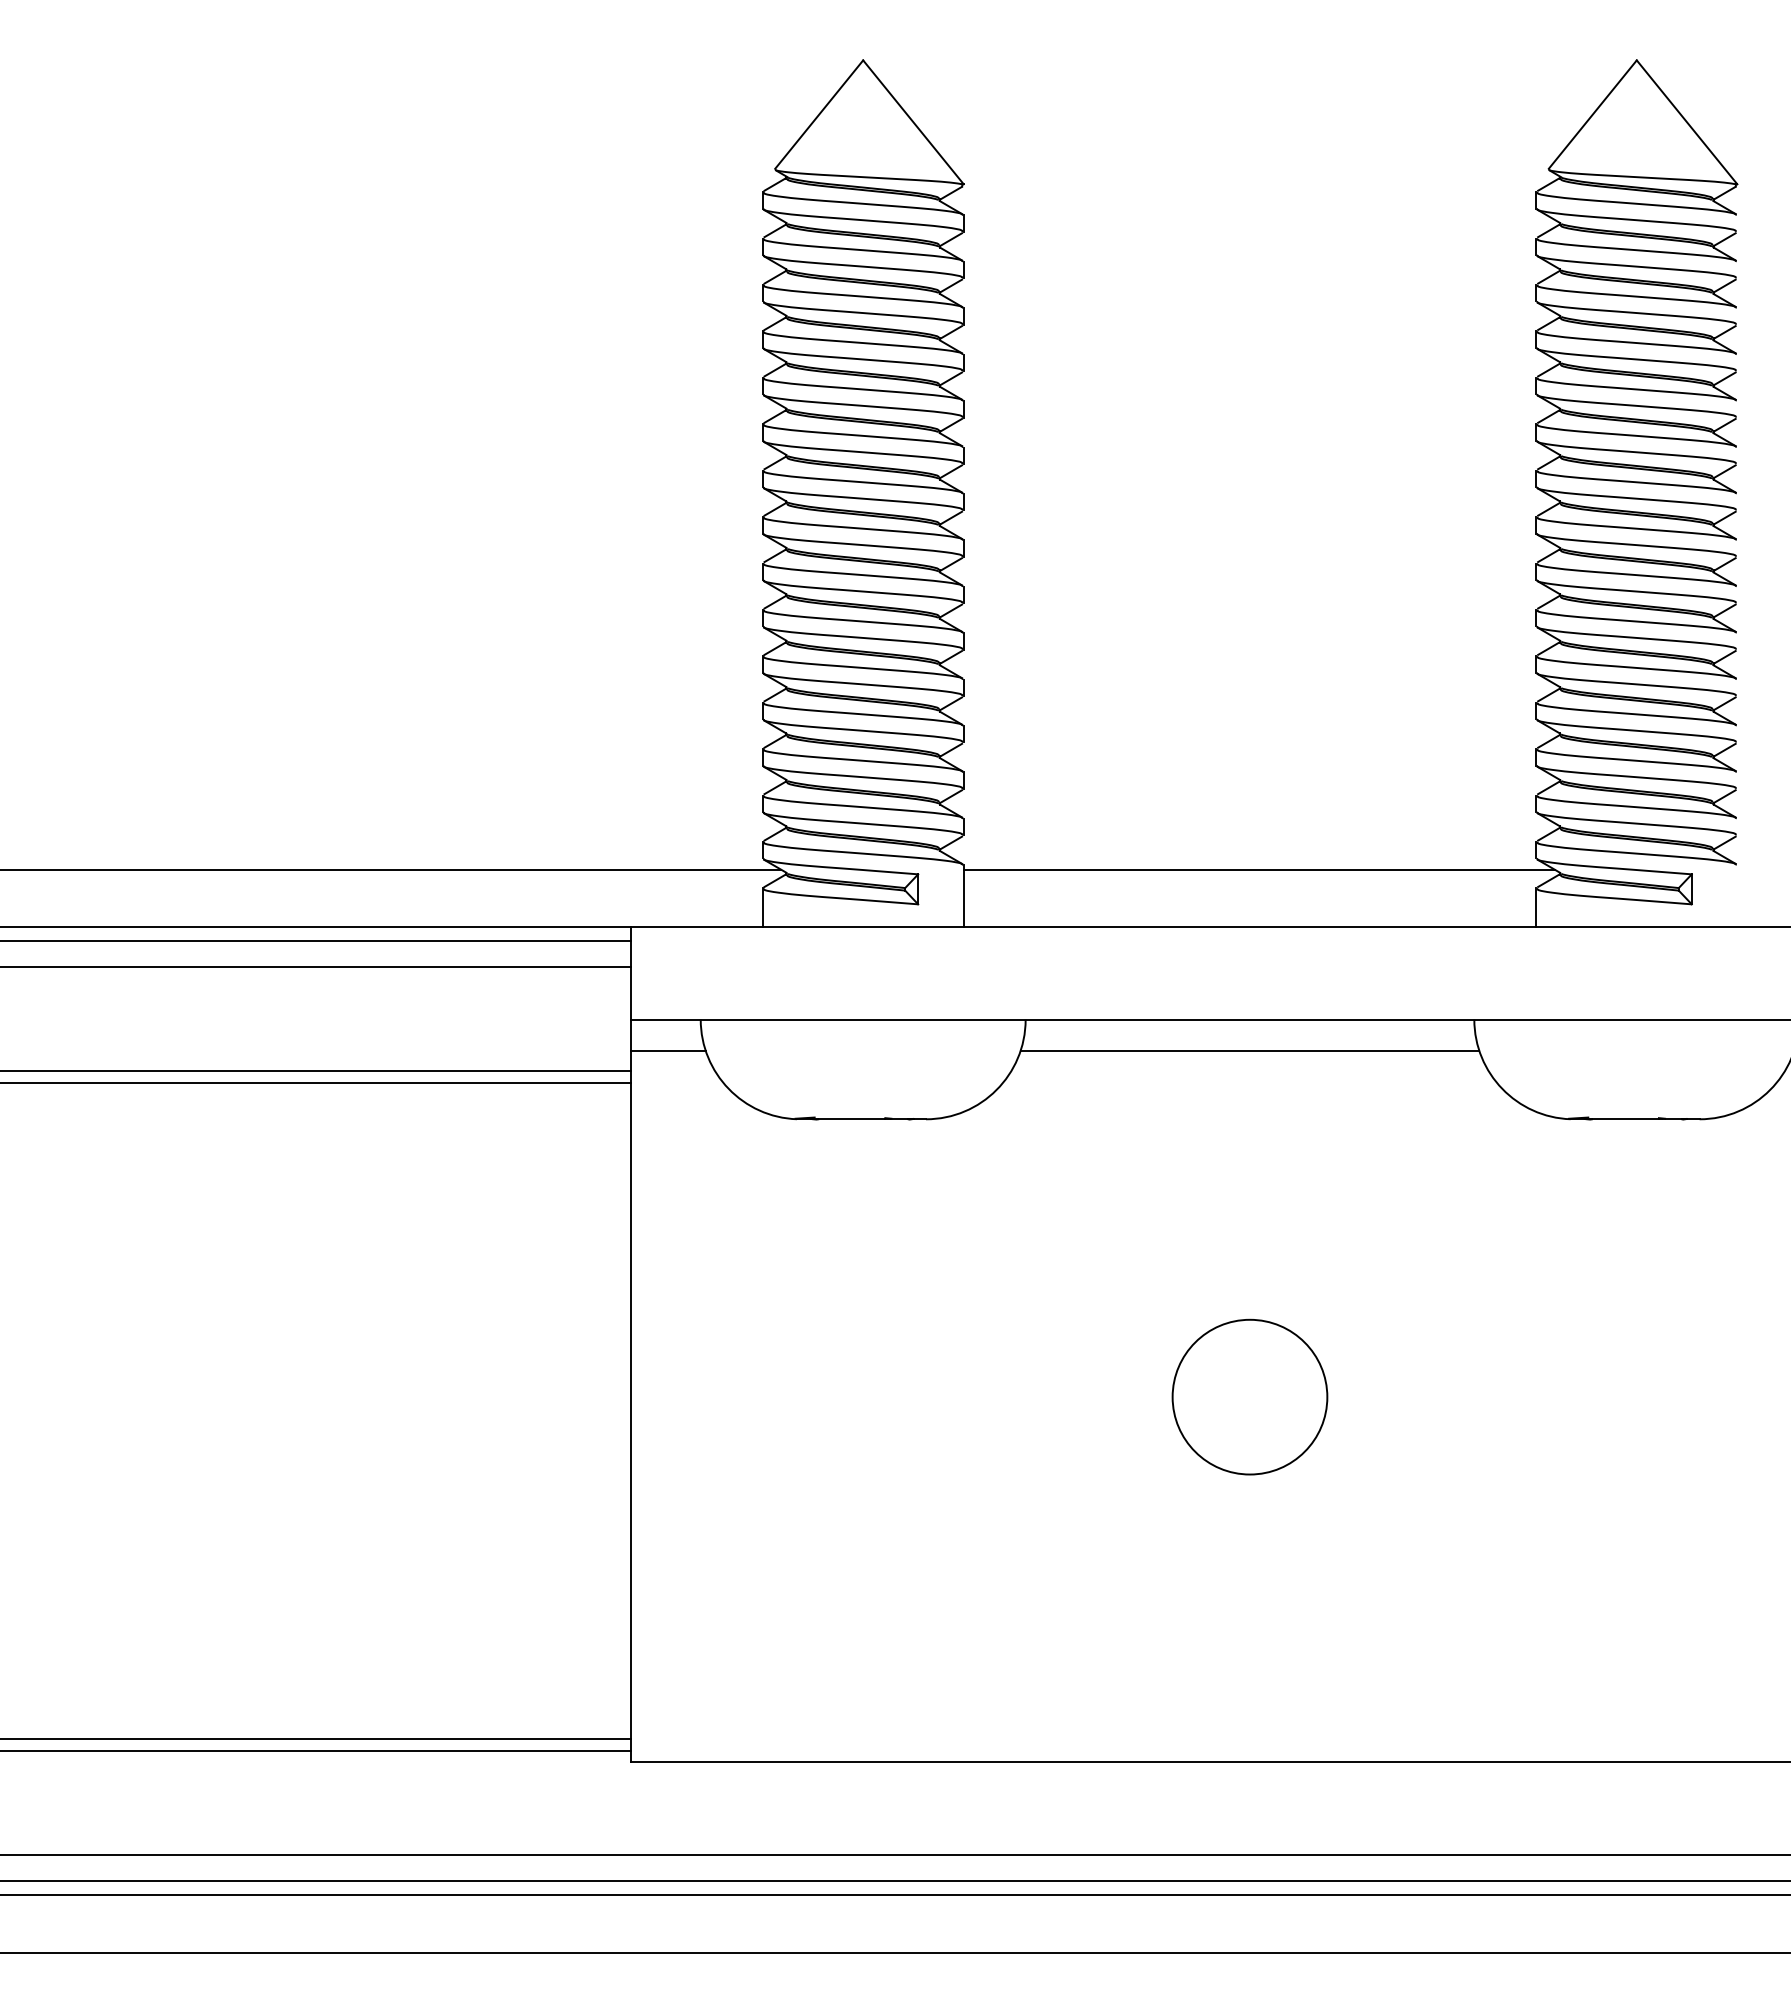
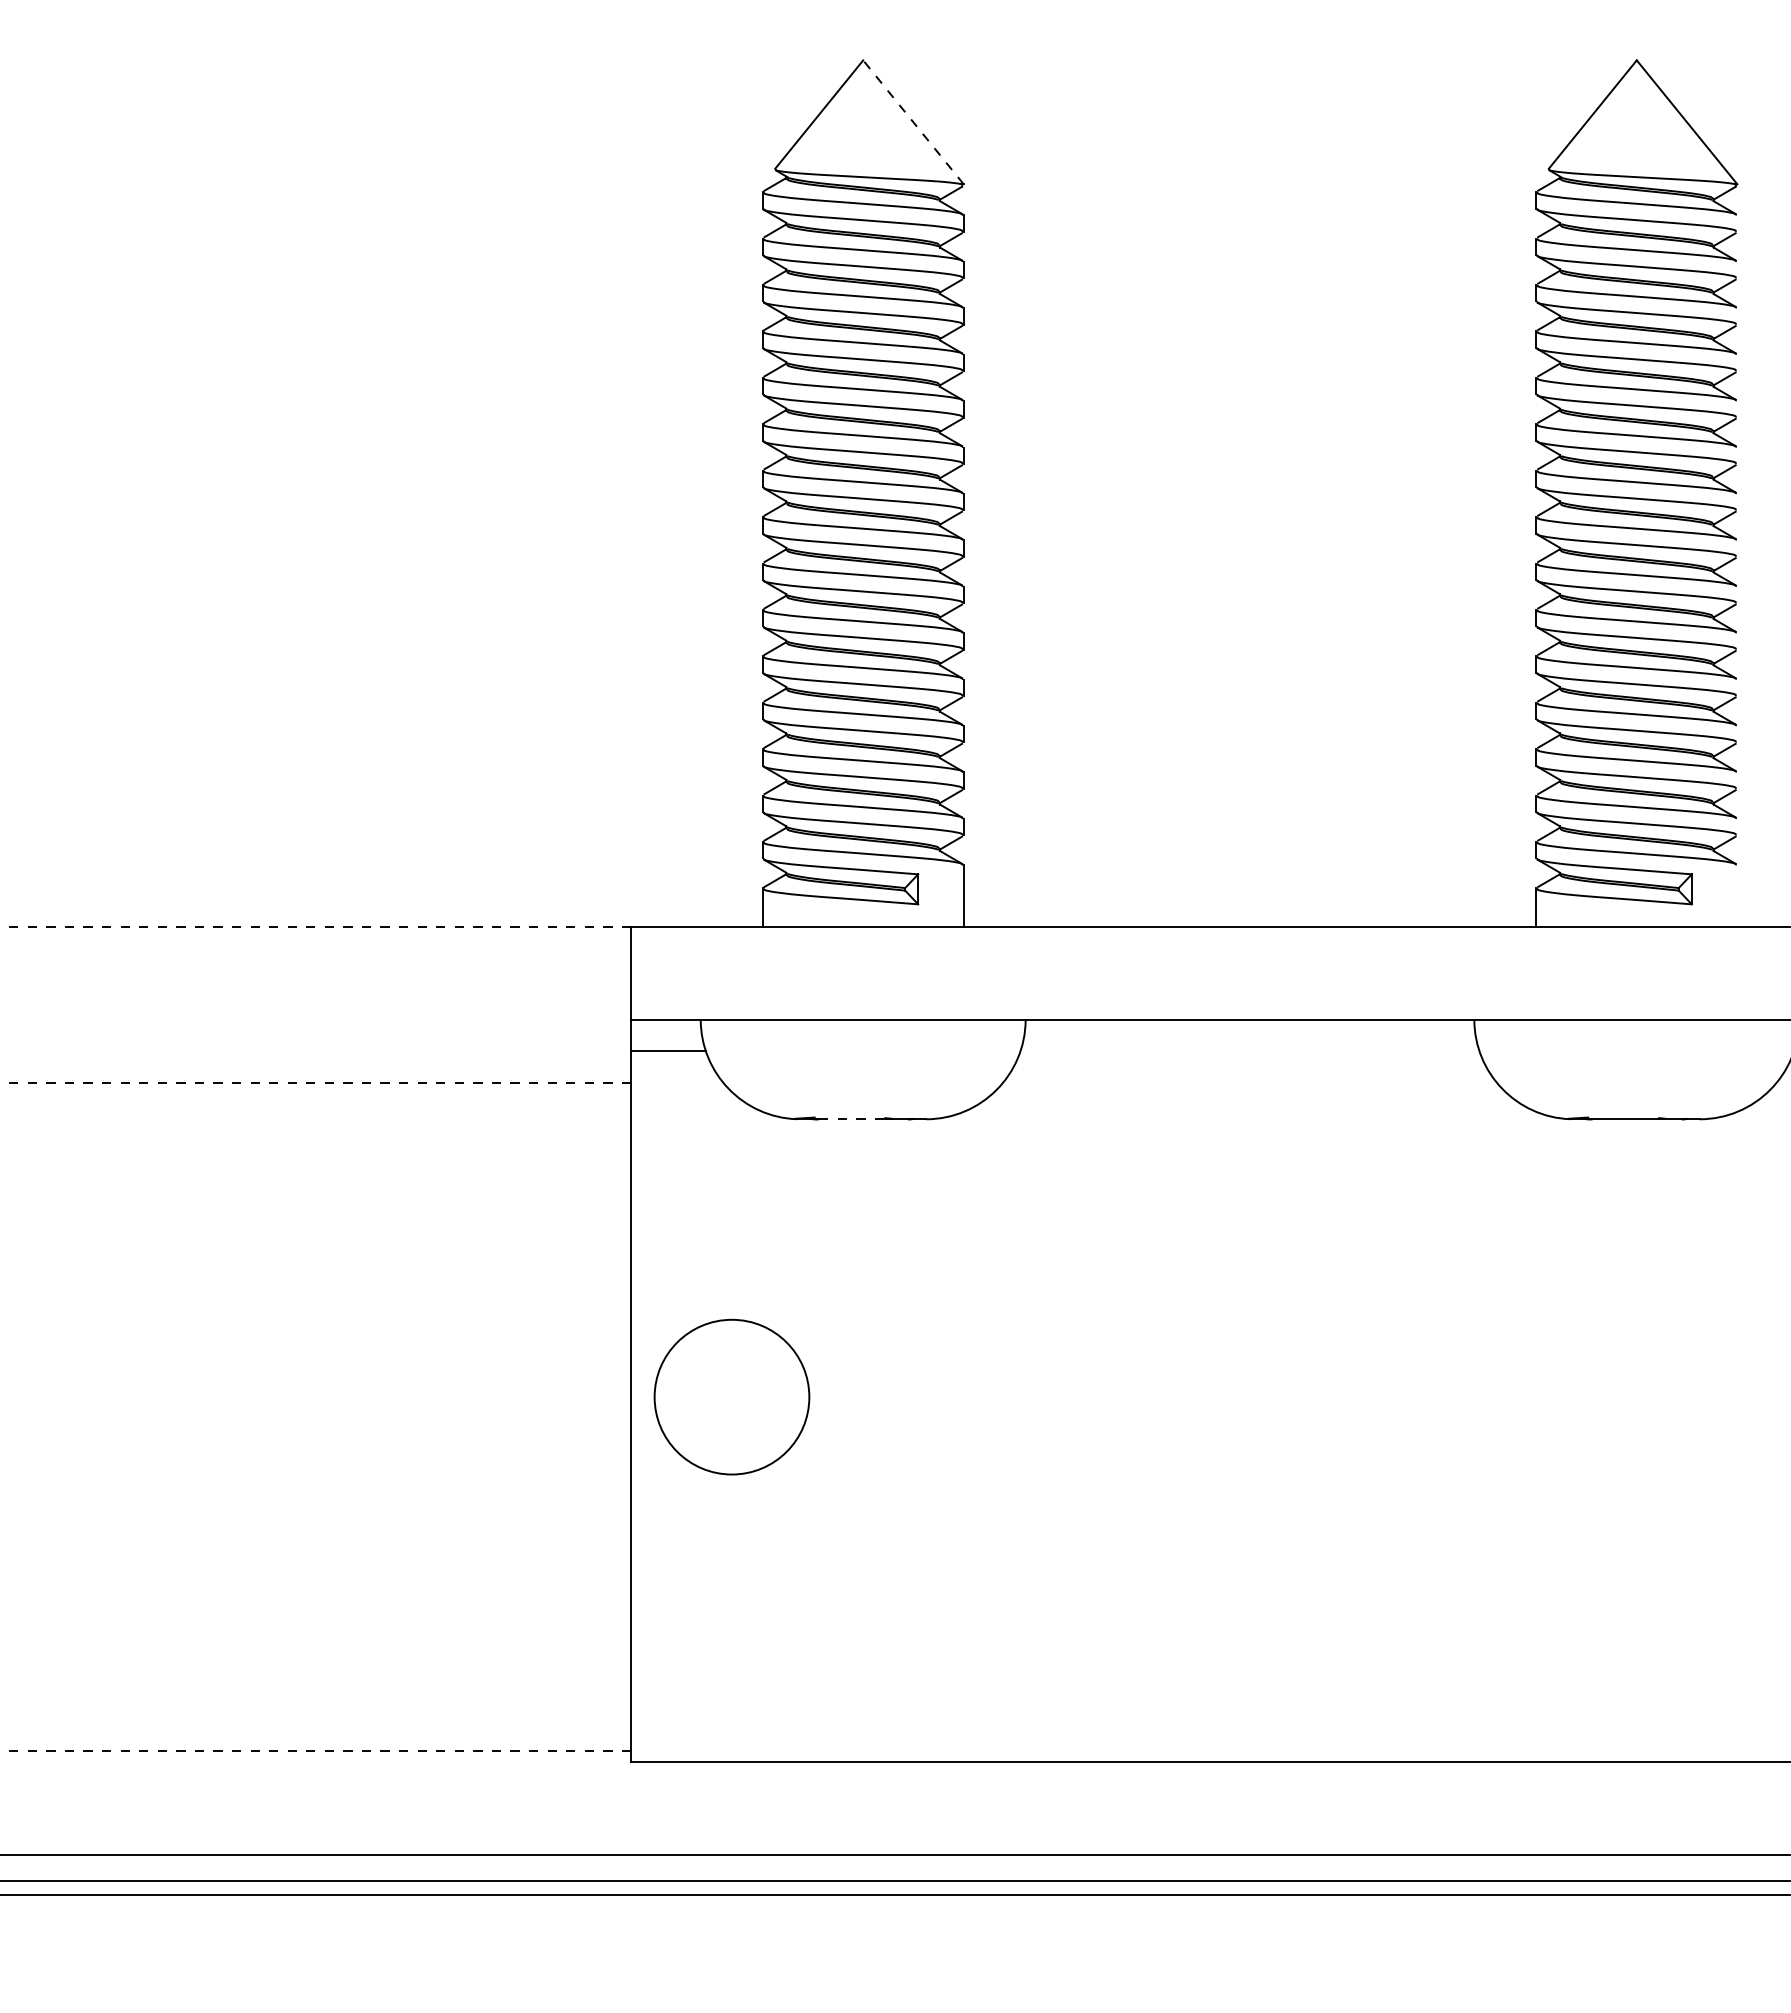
line at (913, 122): solid -> dashed
line at (391, 869): present -> none
line at (1258, 869): present -> none
line at (316, 926): solid -> dashed
line at (316, 940): present -> none
line at (316, 967): present -> none
line at (1249, 1050): present -> none
line at (316, 1070): present -> none
line at (316, 1083): solid -> dashed
line at (852, 1119): solid -> dashed
circle at (1249, 1396) position: (1249, 1396) -> (731, 1396)
line at (316, 1738): present -> none
line at (316, 1751): solid -> dashed
line at (894, 1952): present -> none
